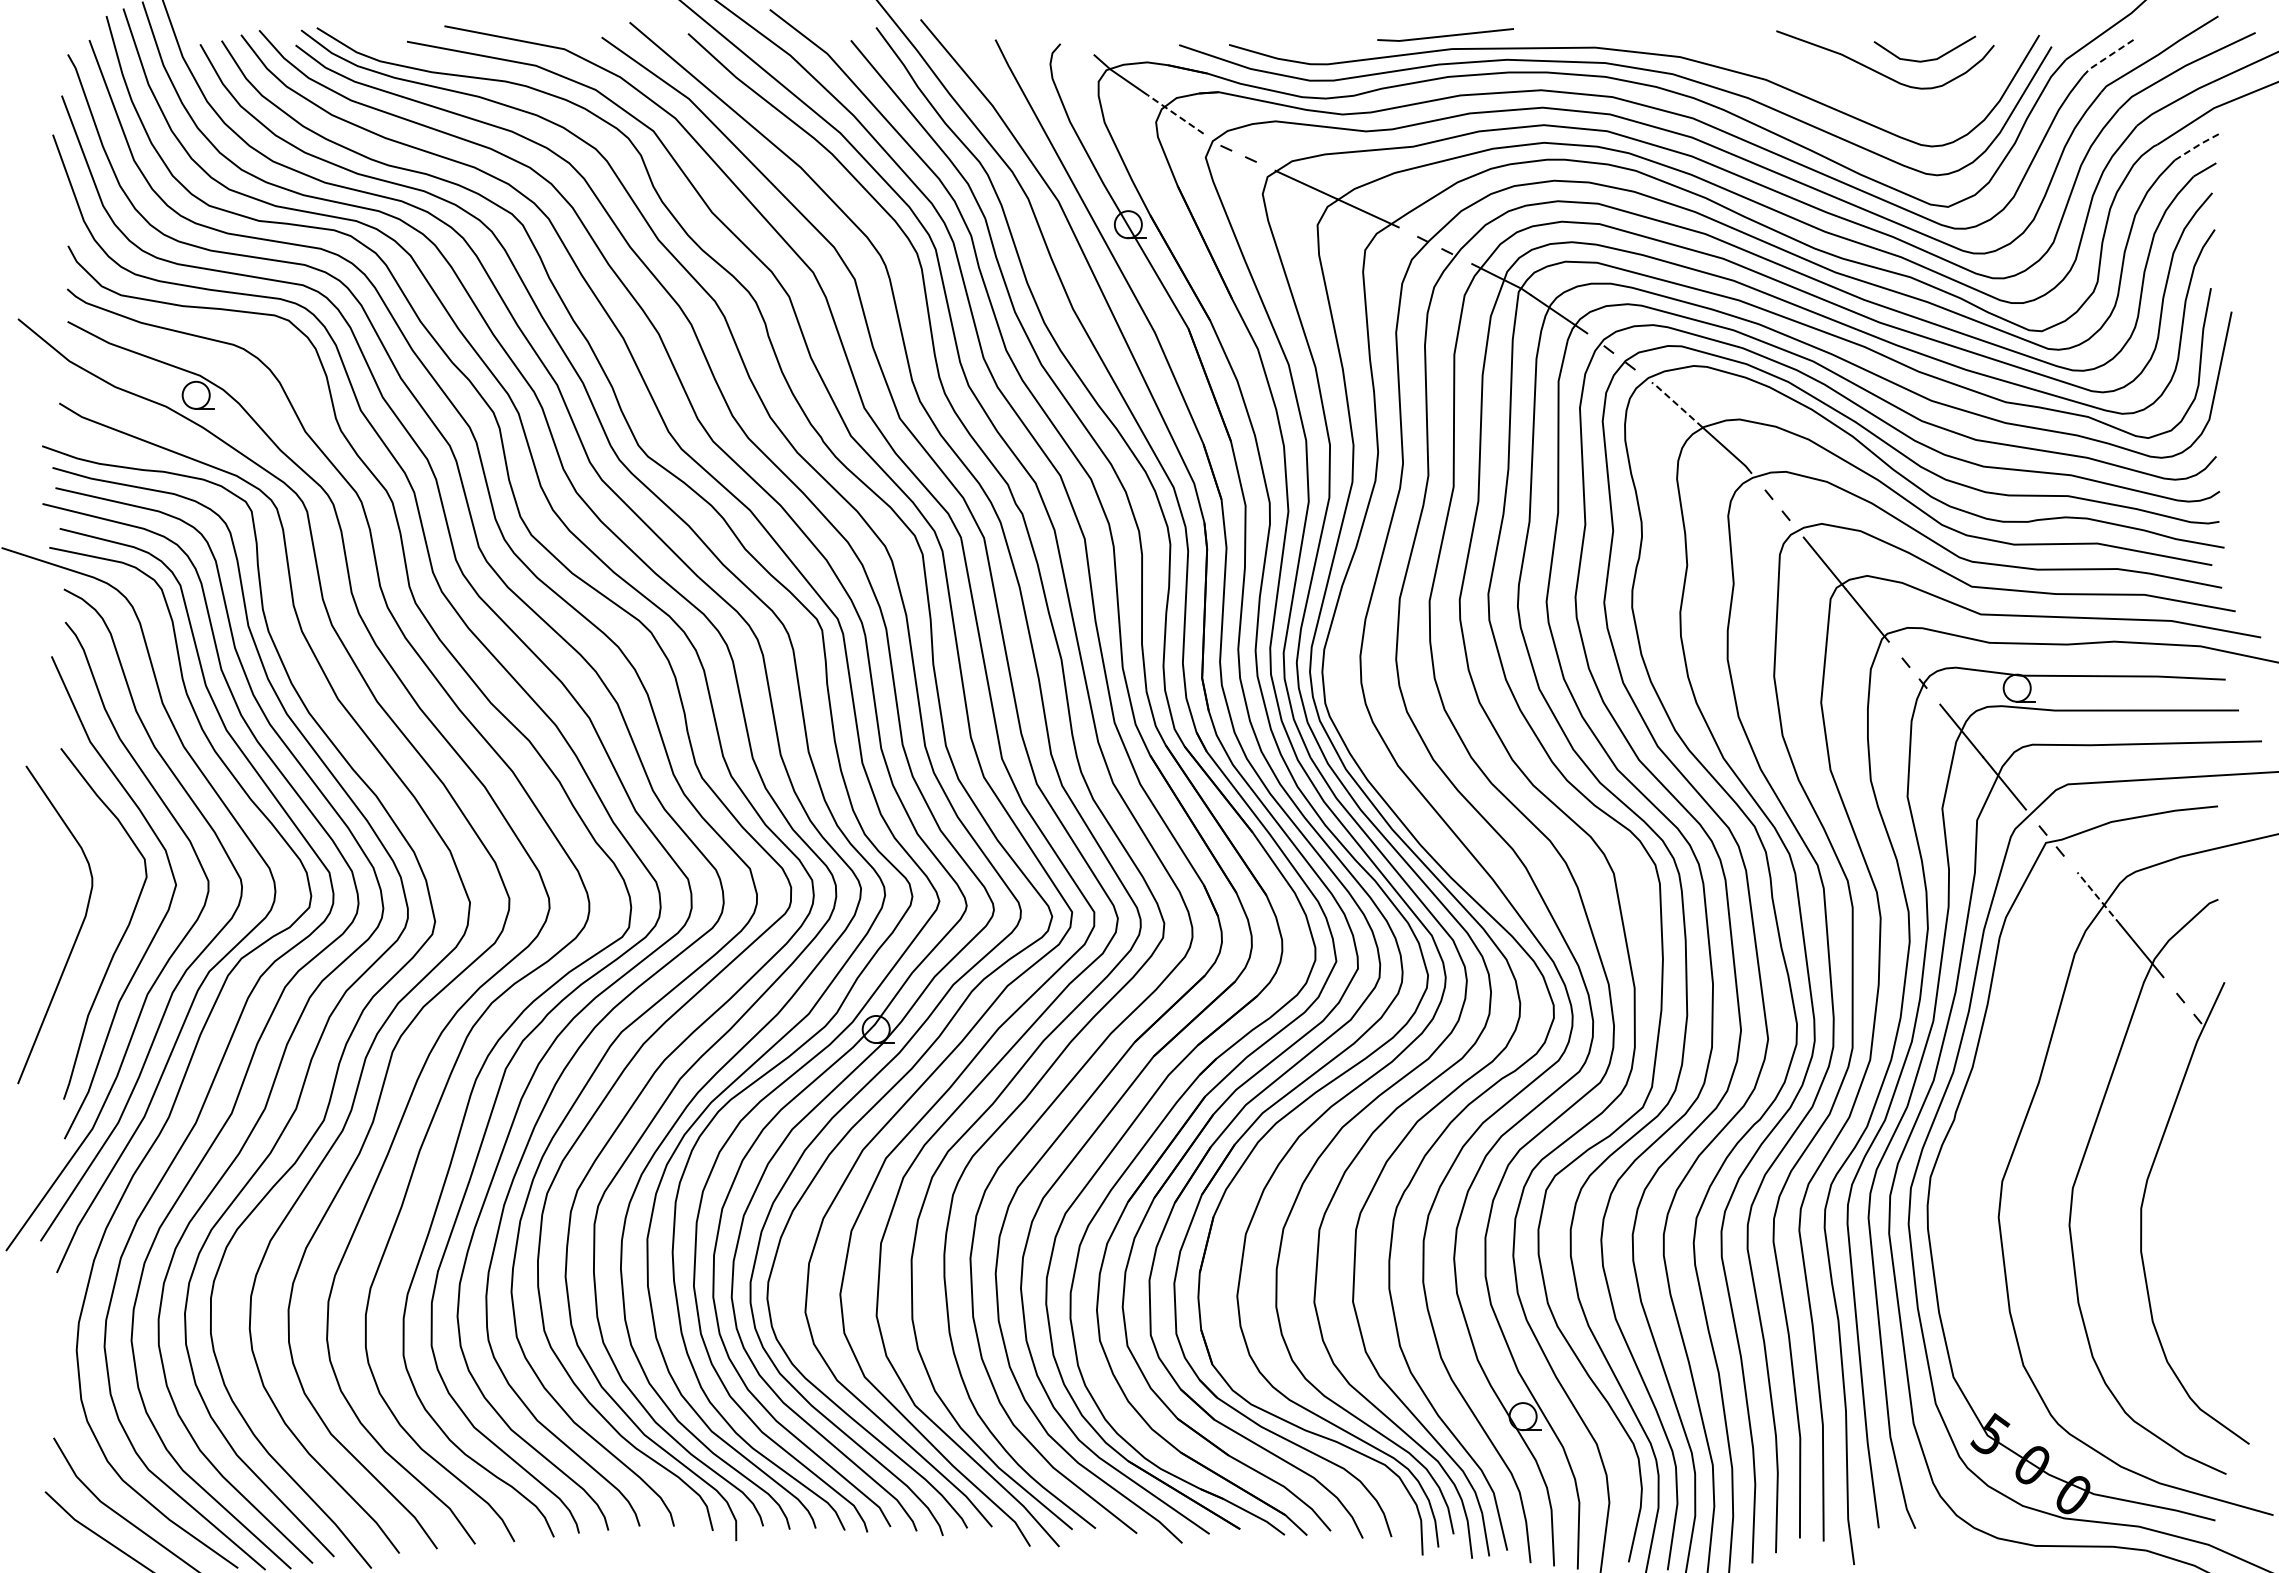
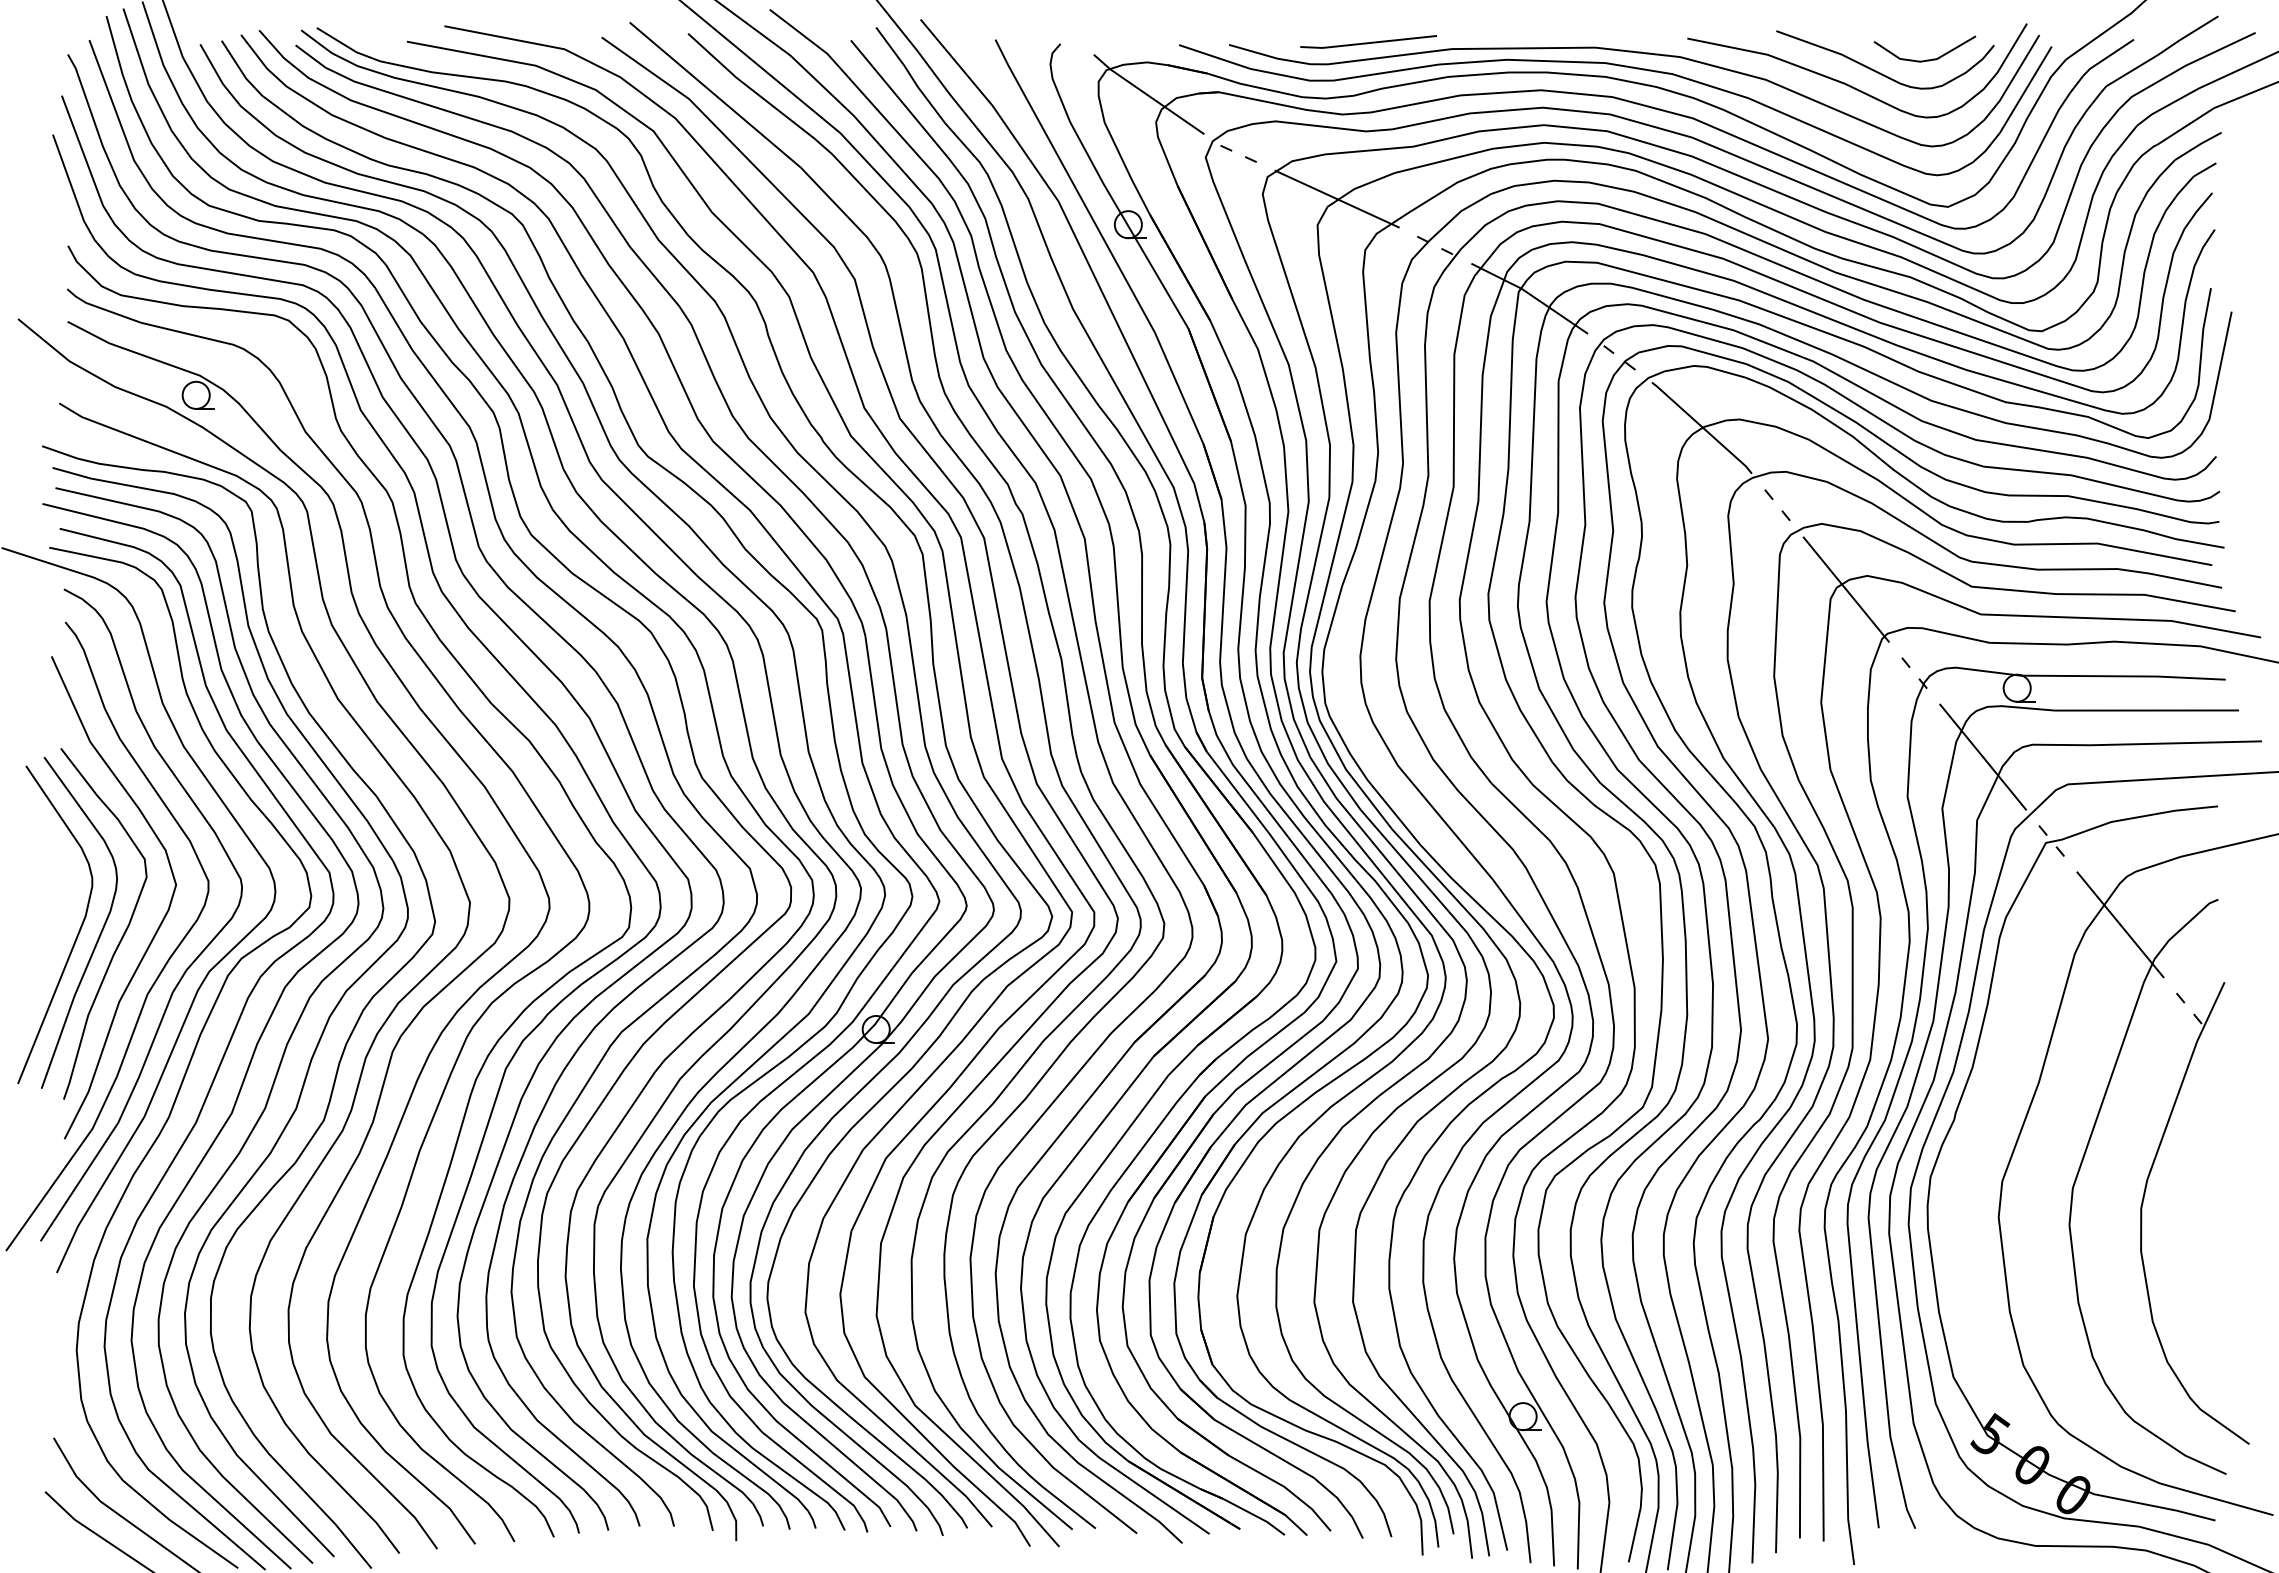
line at (1445, 35) position: (1445, 35) -> (1368, 42)
line at (2107, 57): dashed -> solid
curve at (1849, 84): none -> present
line at (1175, 114): dashed -> solid
line at (2198, 145): dashed -> solid
line at (1676, 404): dashed -> solid
line at (2098, 898): dashed -> solid
curve at (100, 931): none -> present
